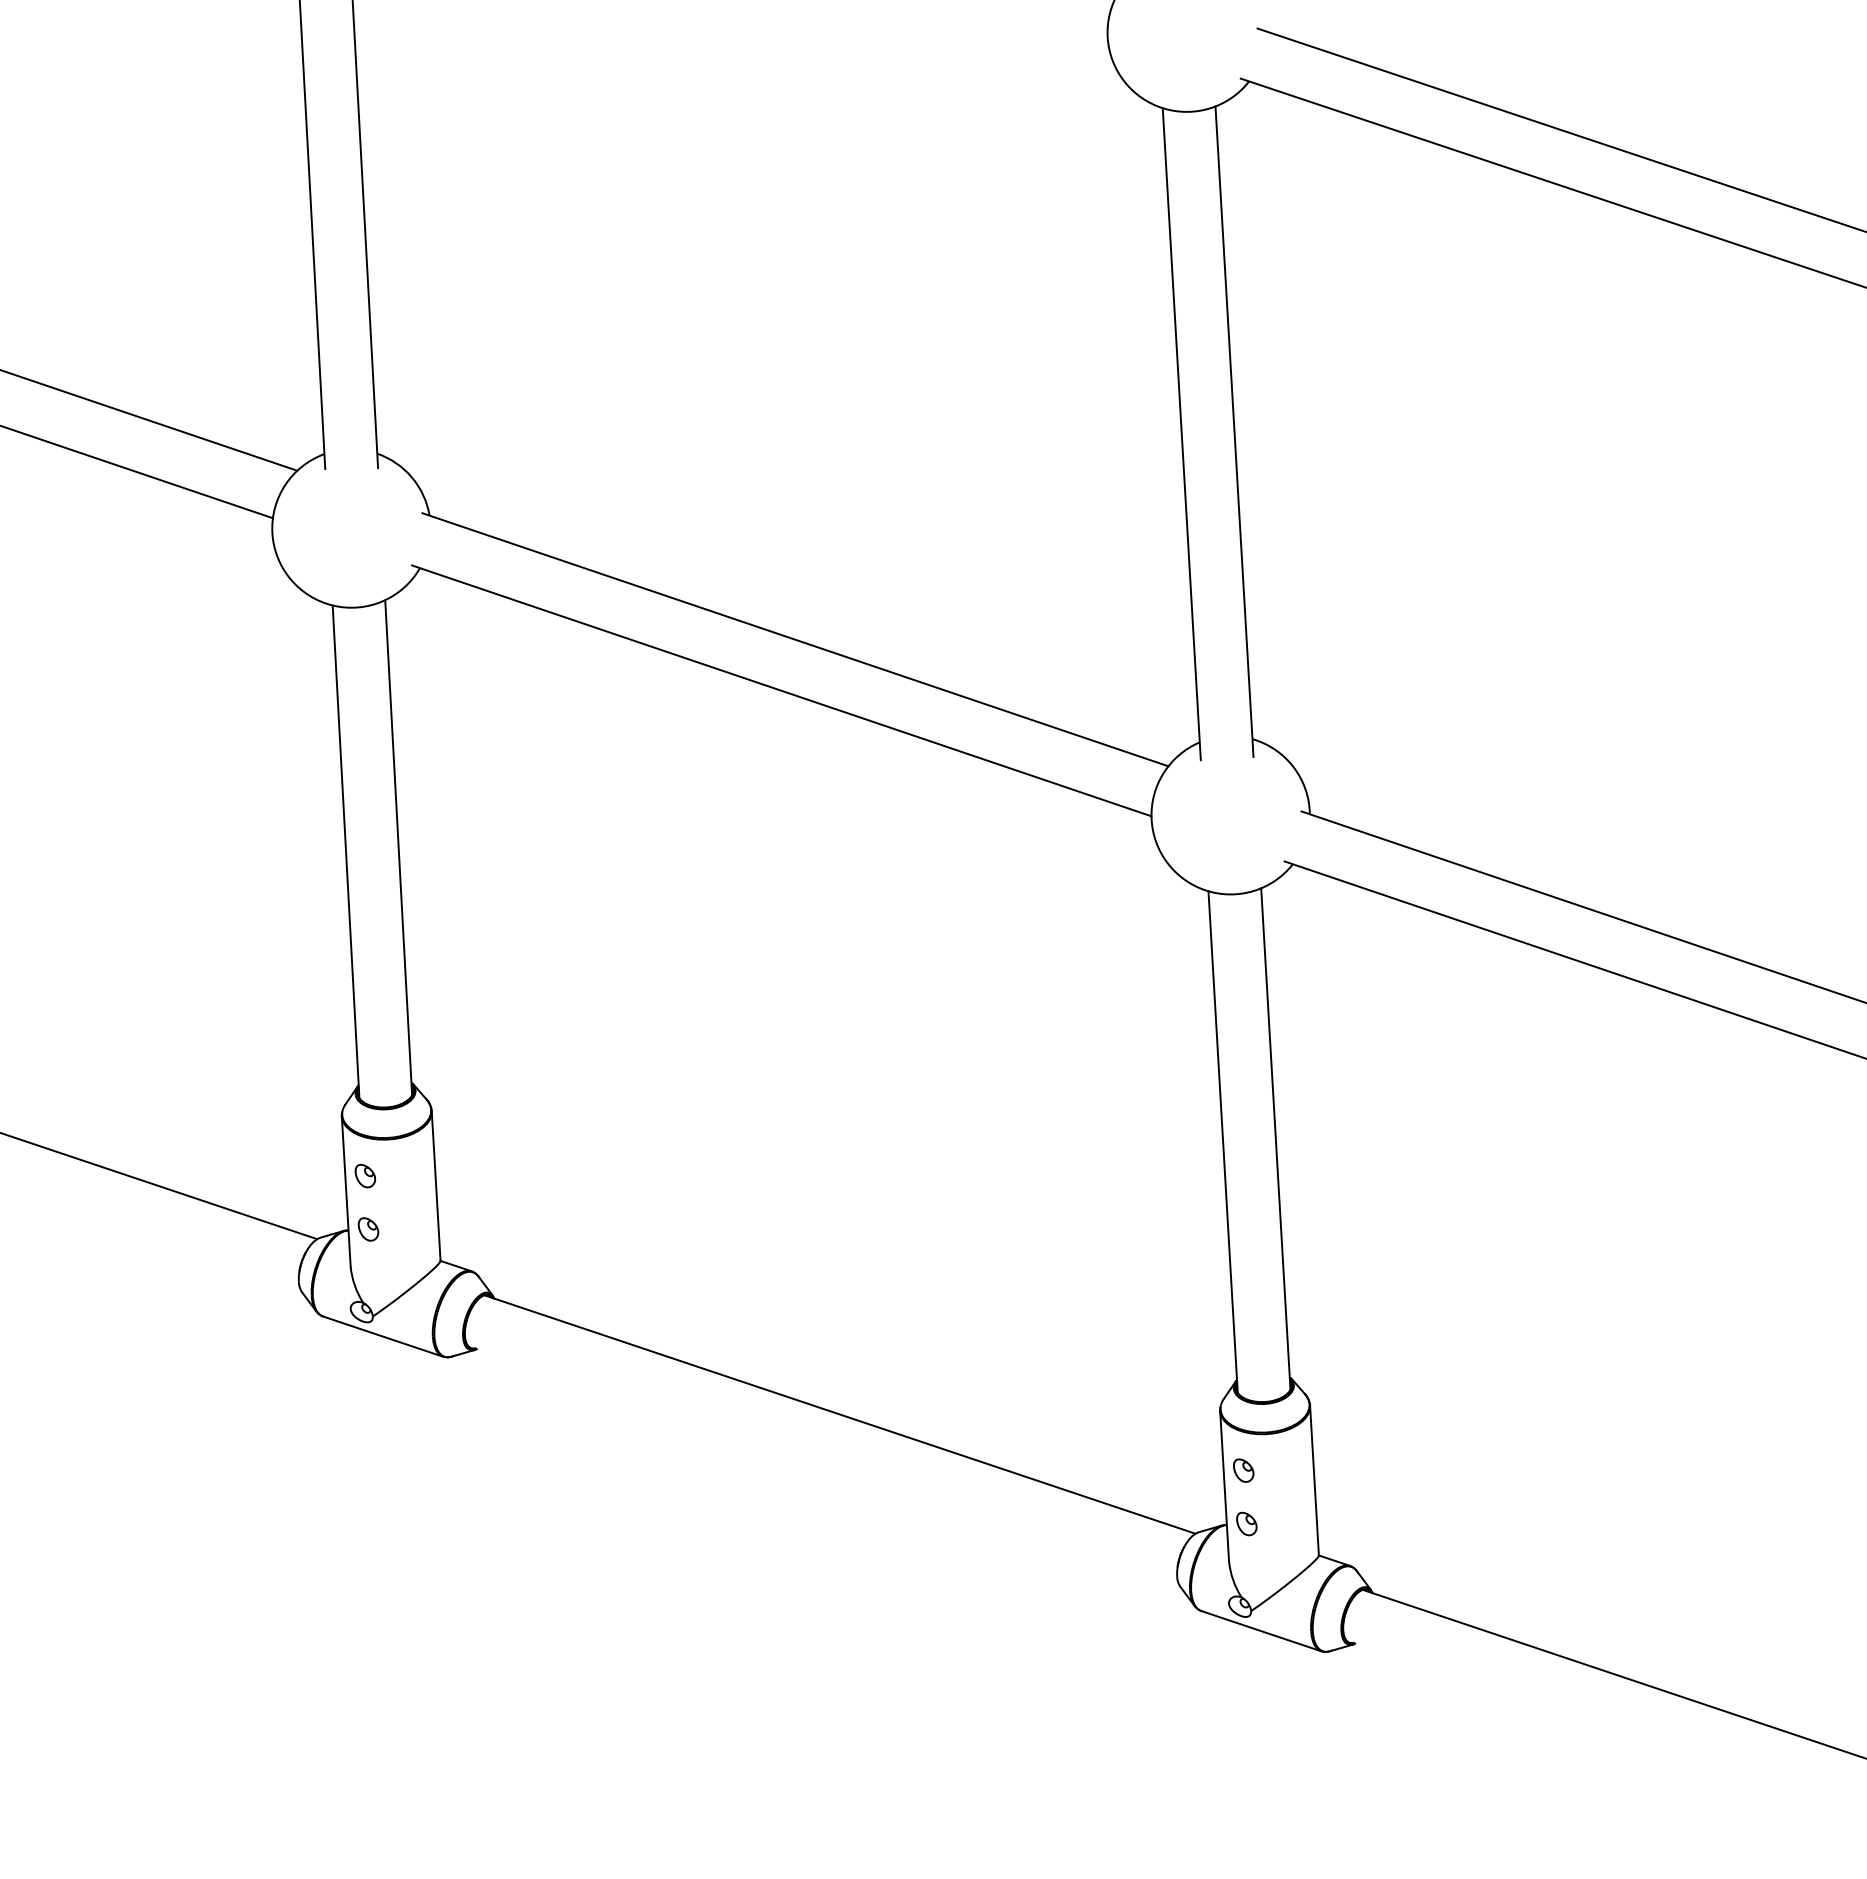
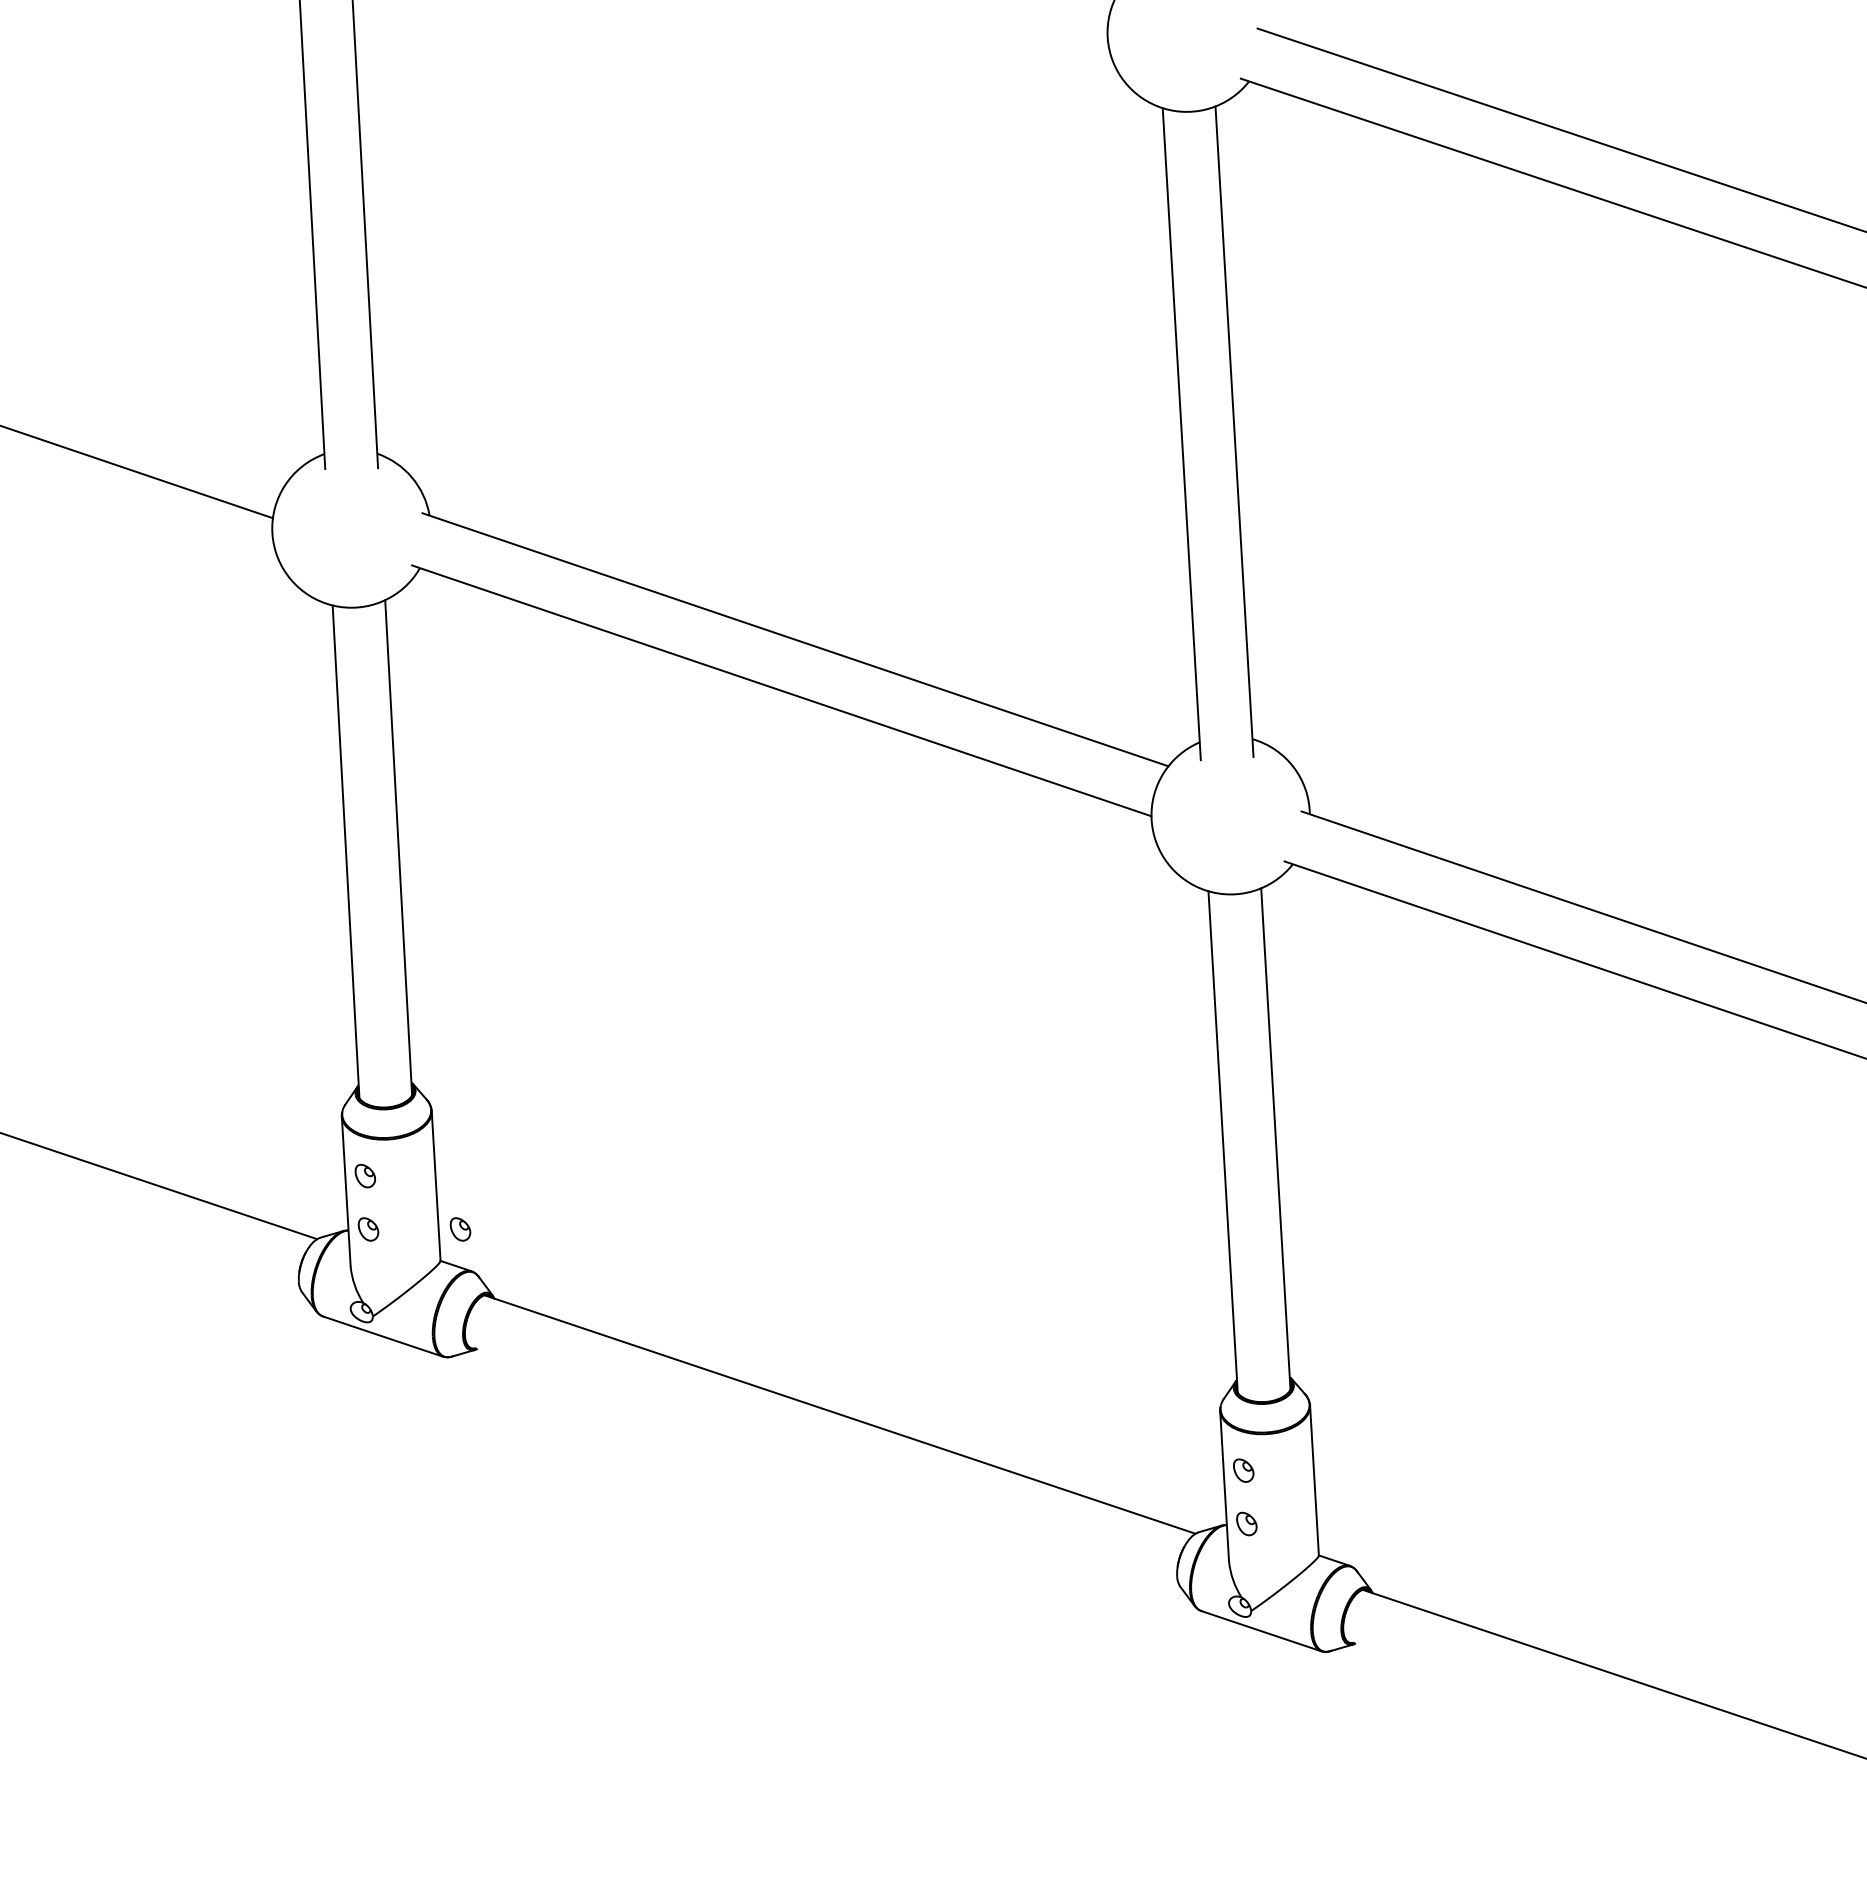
line at (149, 420): present -> none
part at (460, 1229): none -> present
